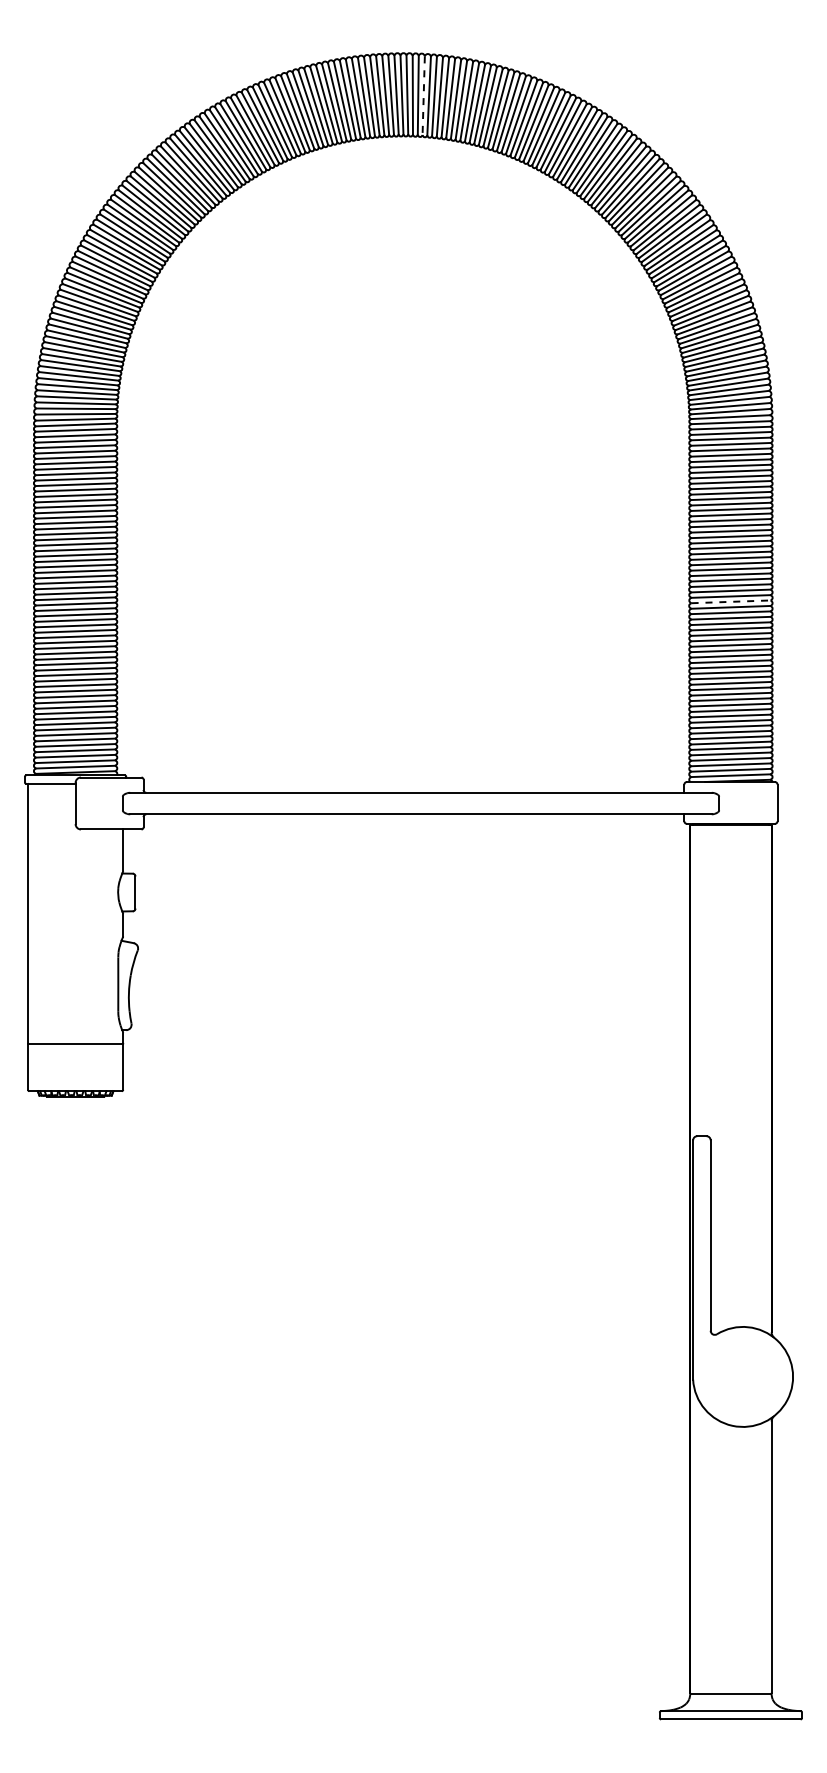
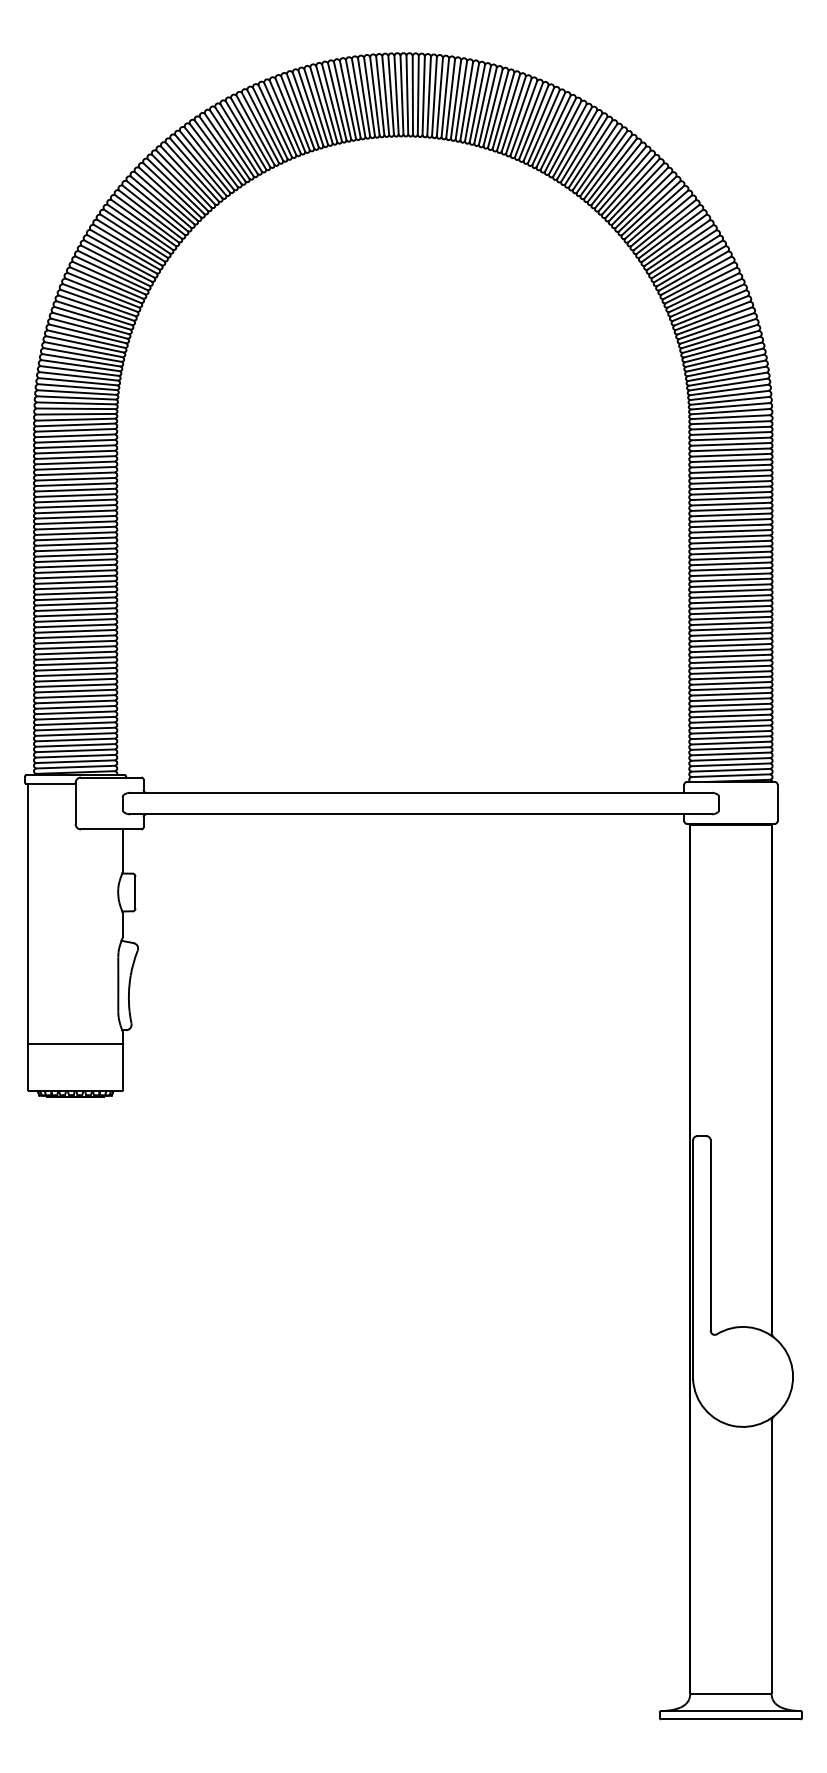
line at (423, 96): dashed -> solid
line at (731, 601): dashed -> solid
